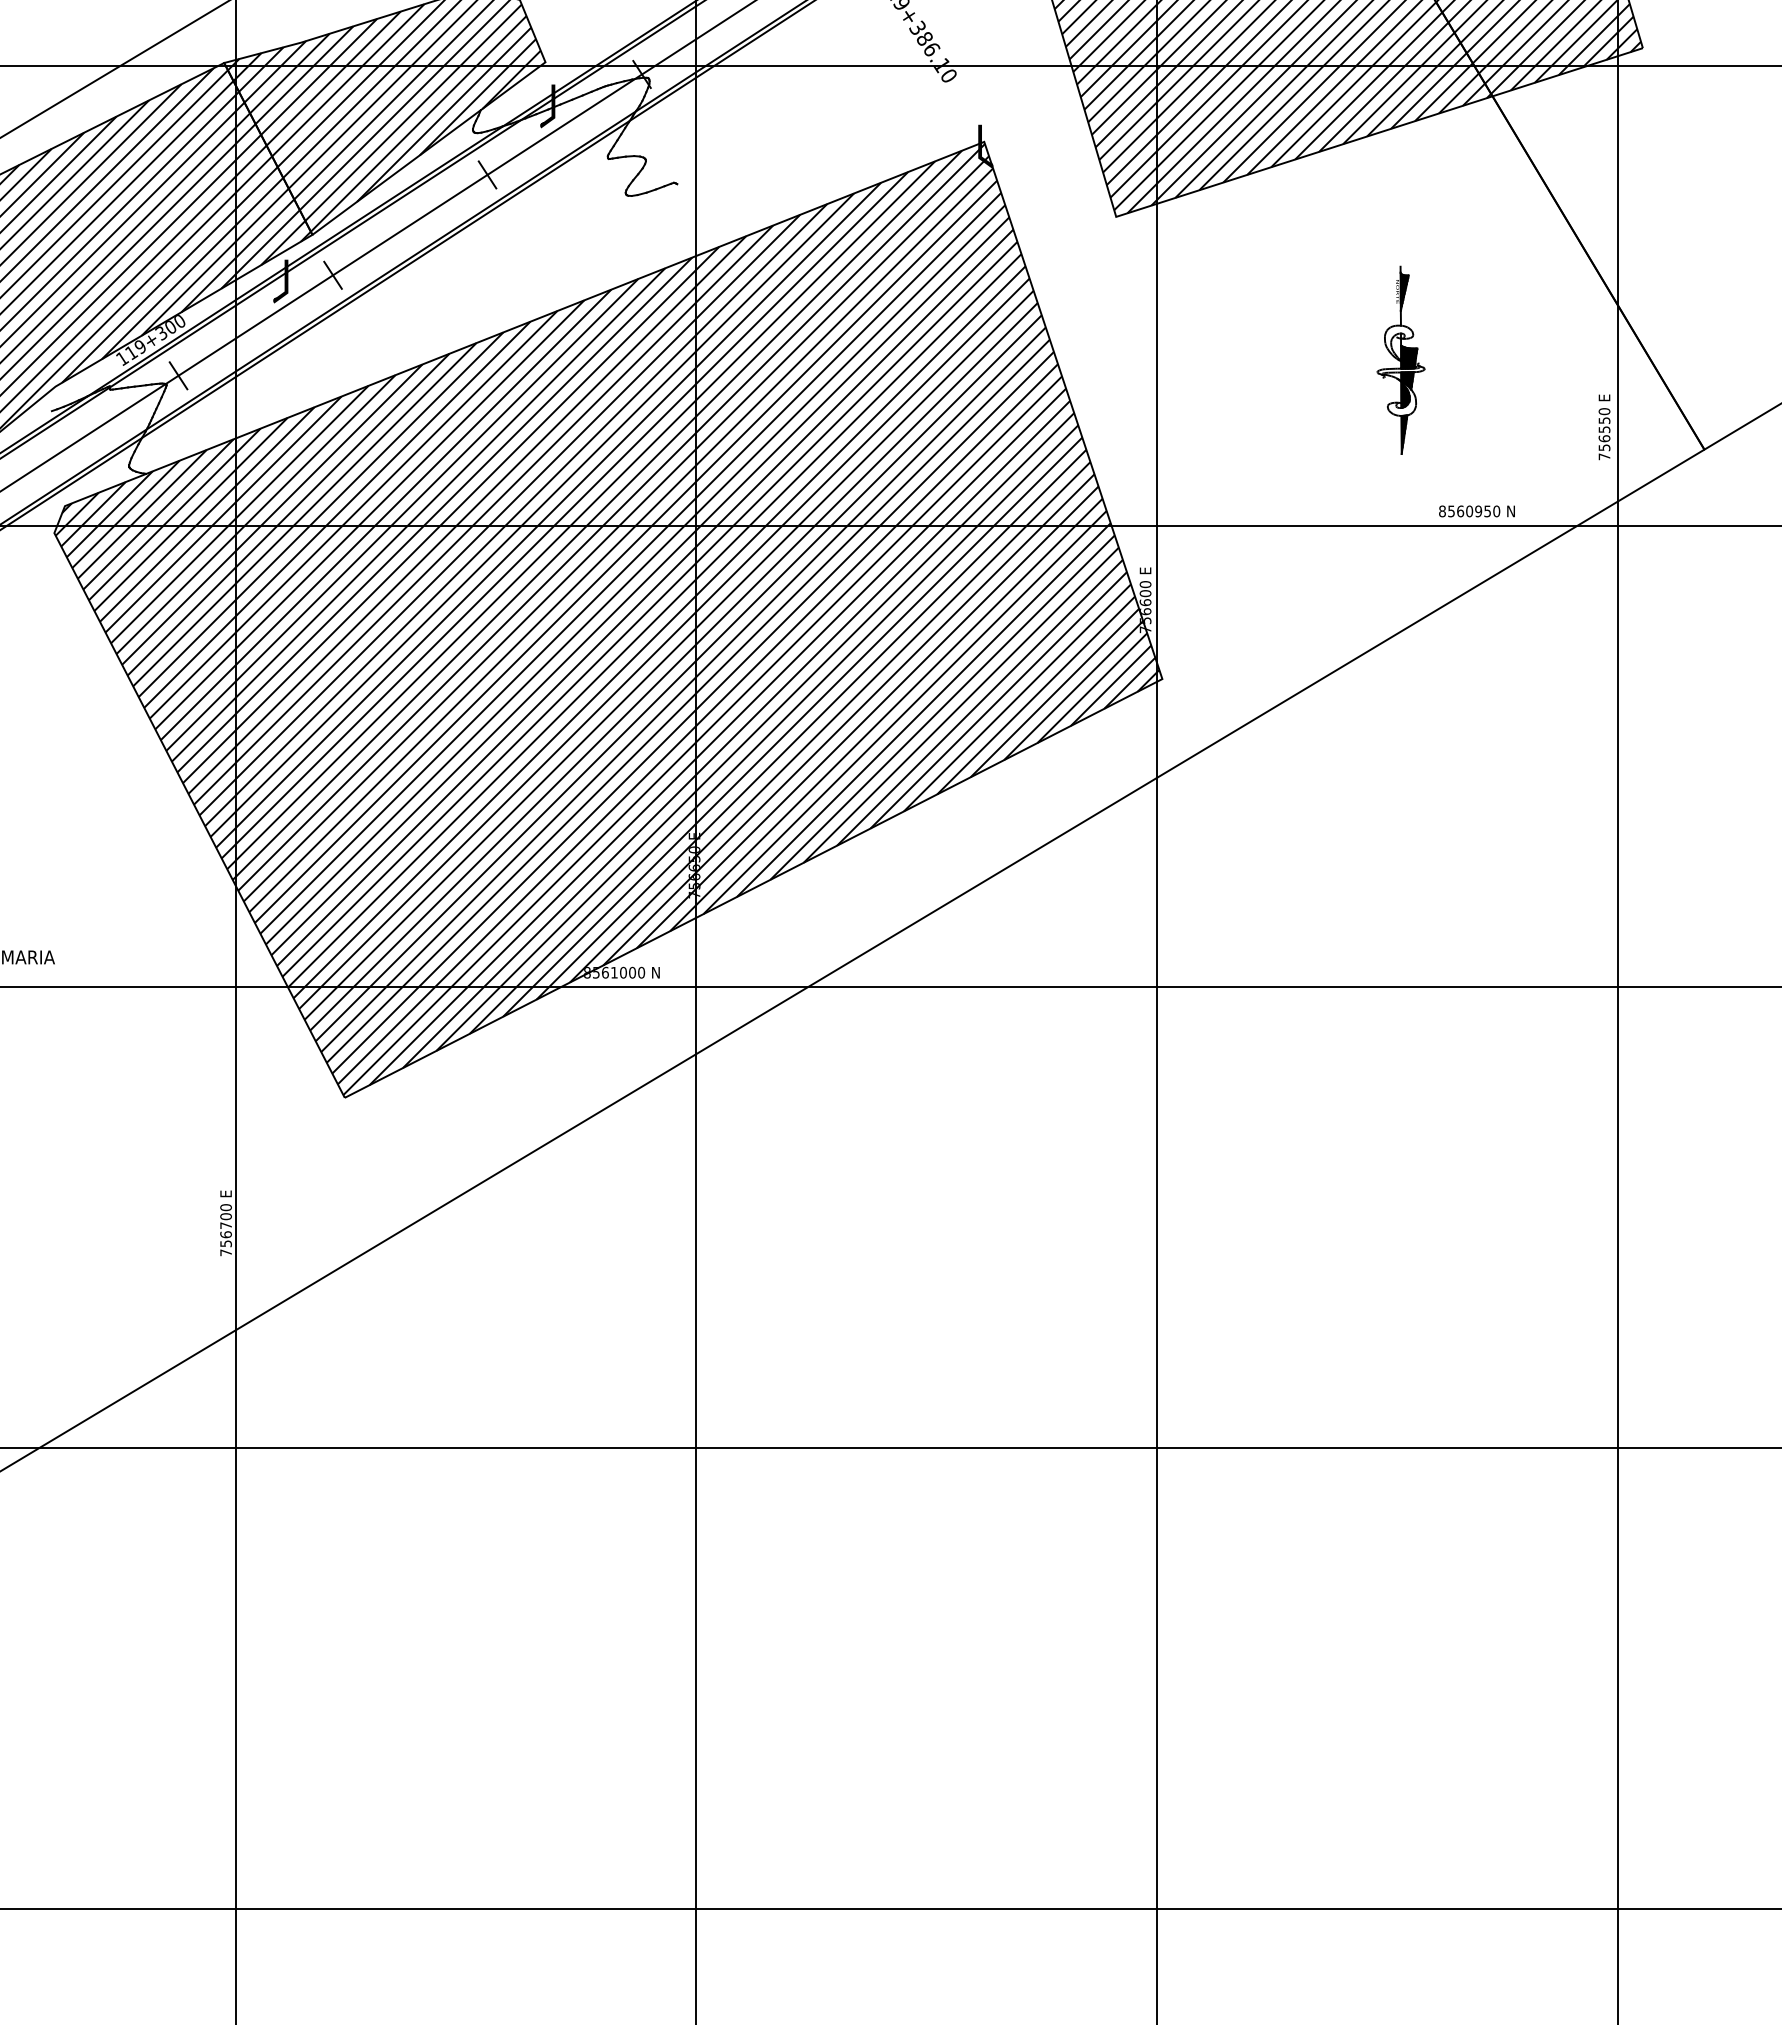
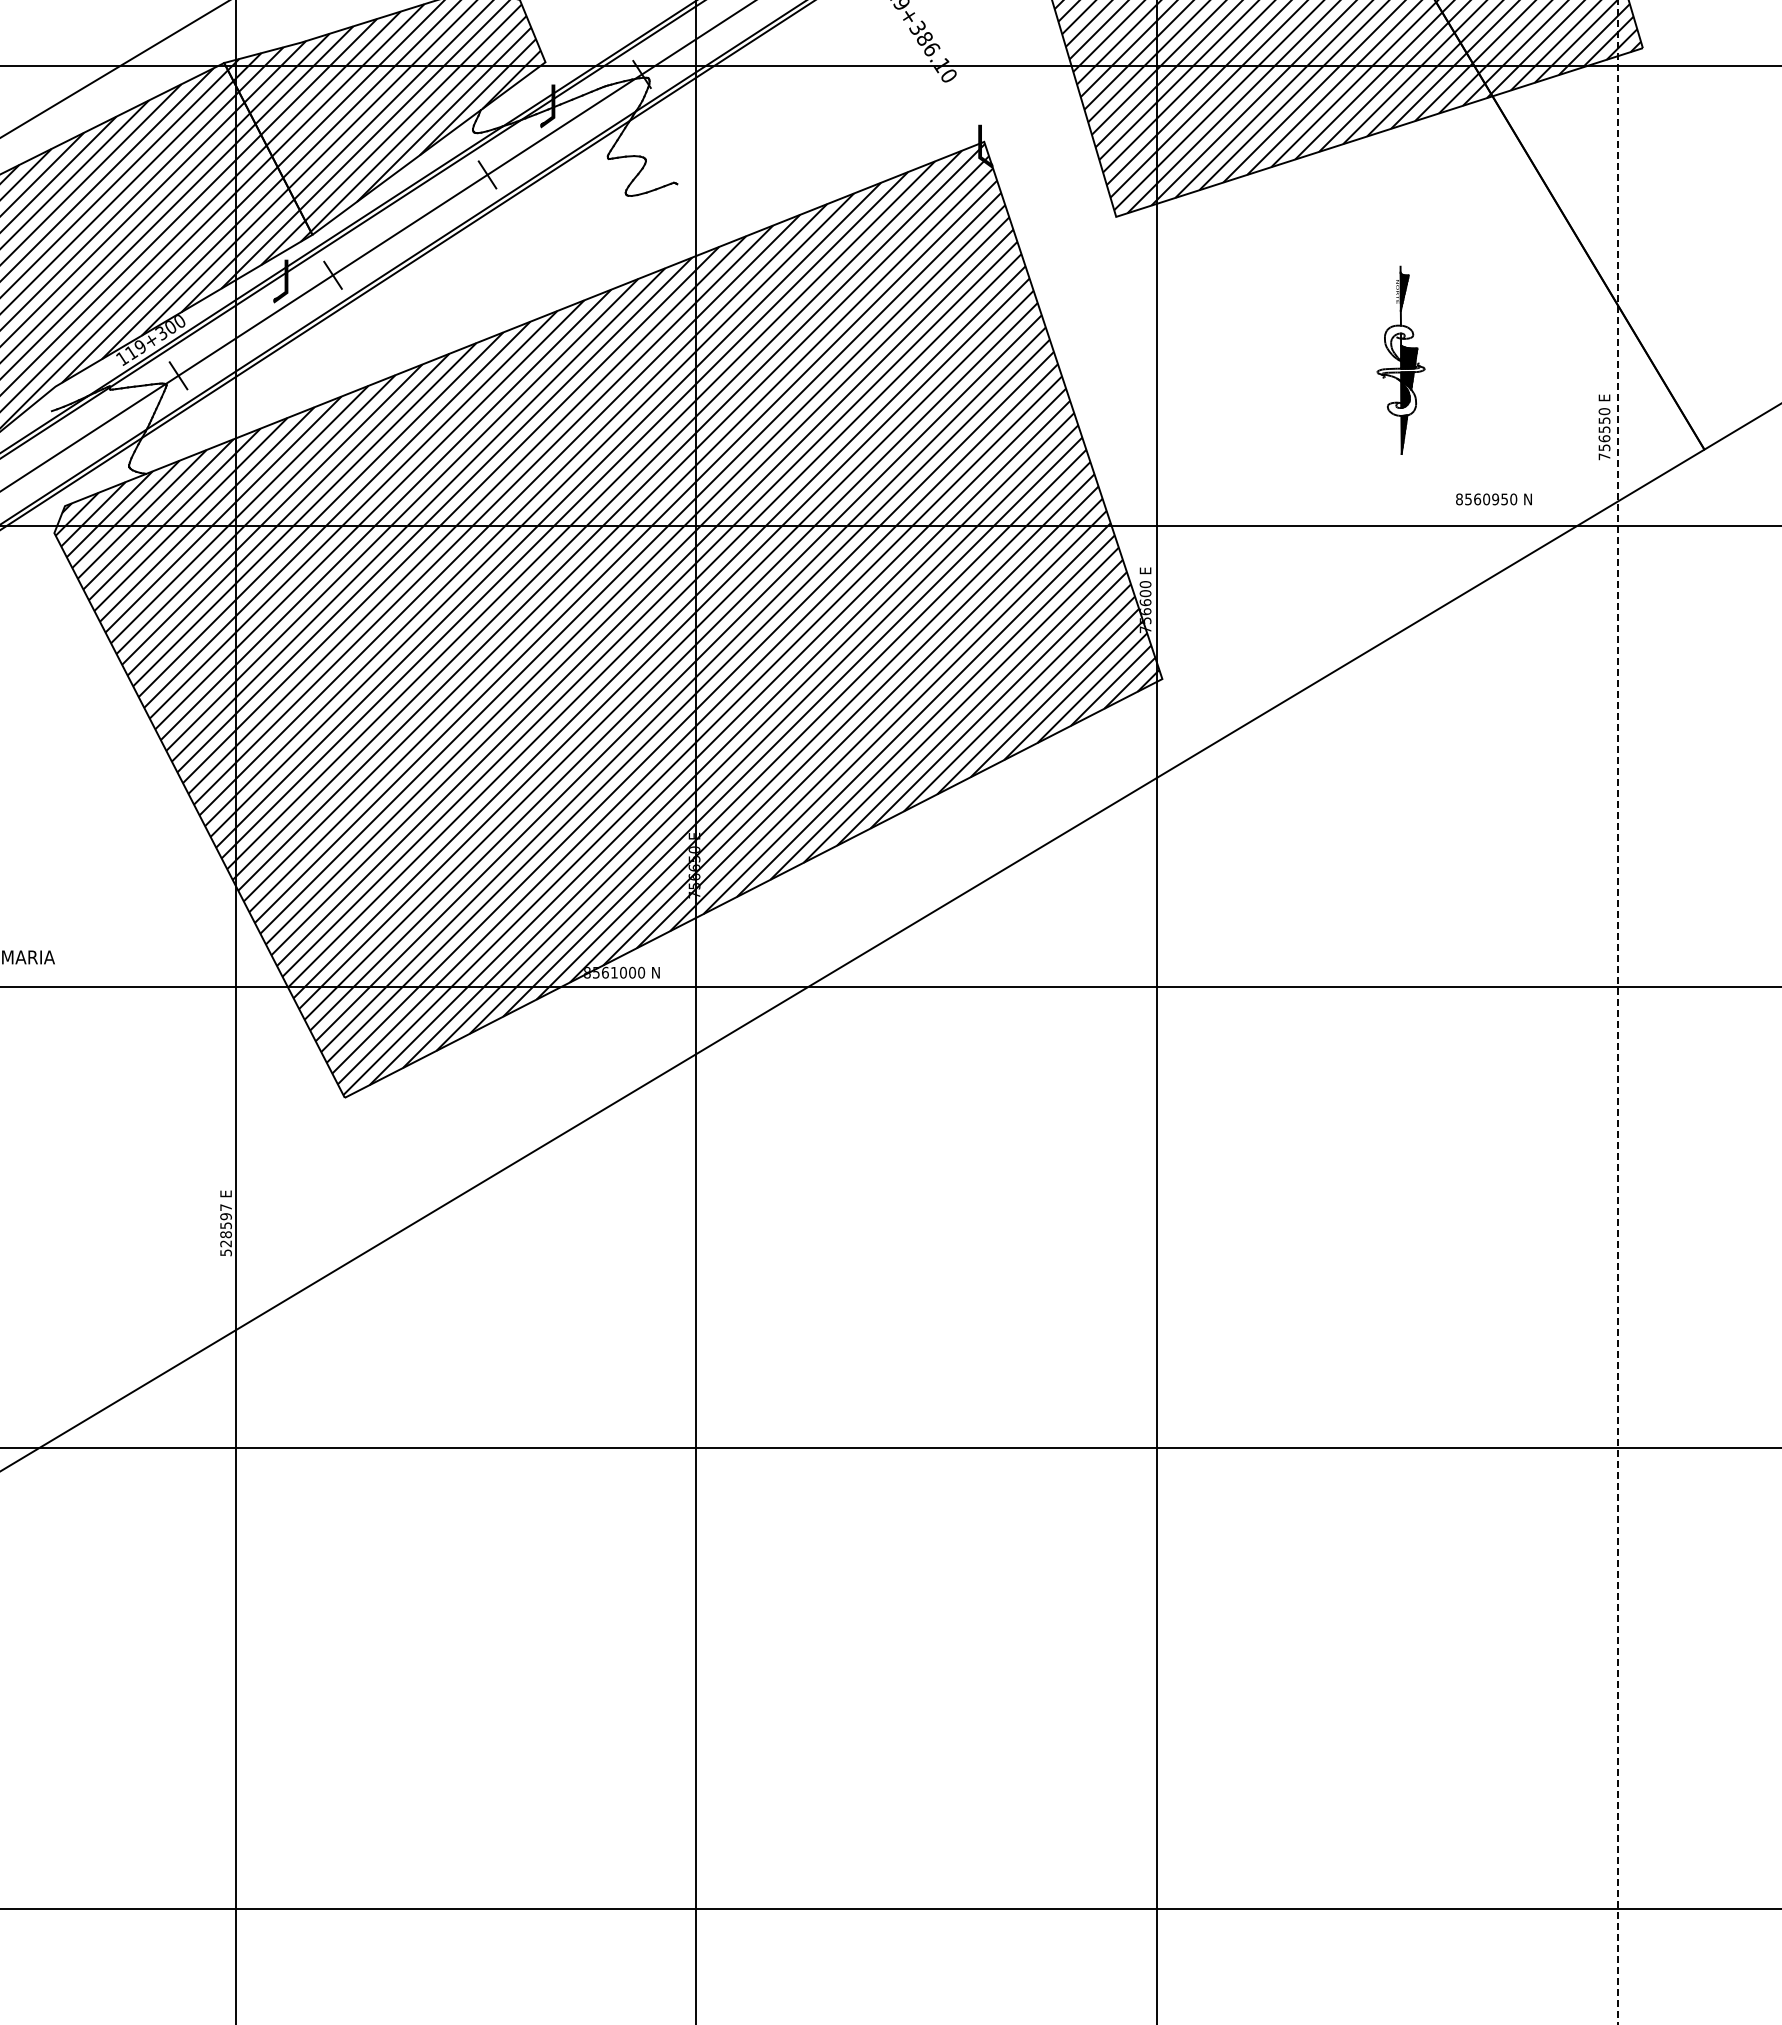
text at (1476, 511) position: (1476, 511) -> (1493, 499)
line at (1617, 1012): solid -> dashed
text at (225, 1230): 756700 -> 528597
